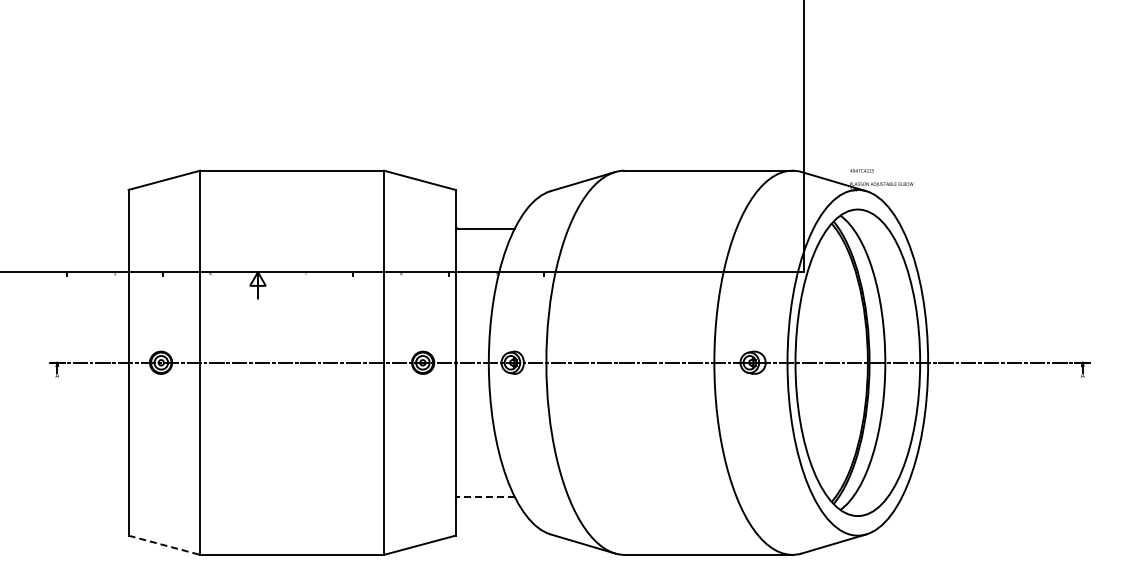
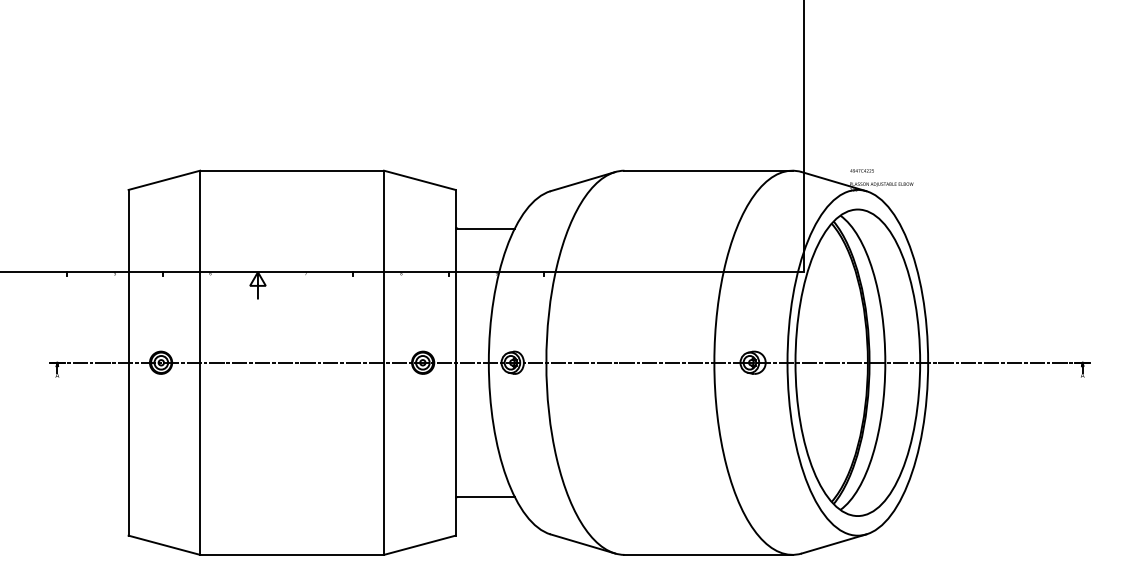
line at (485, 496): dashed -> solid
line at (164, 545): dashed -> solid
